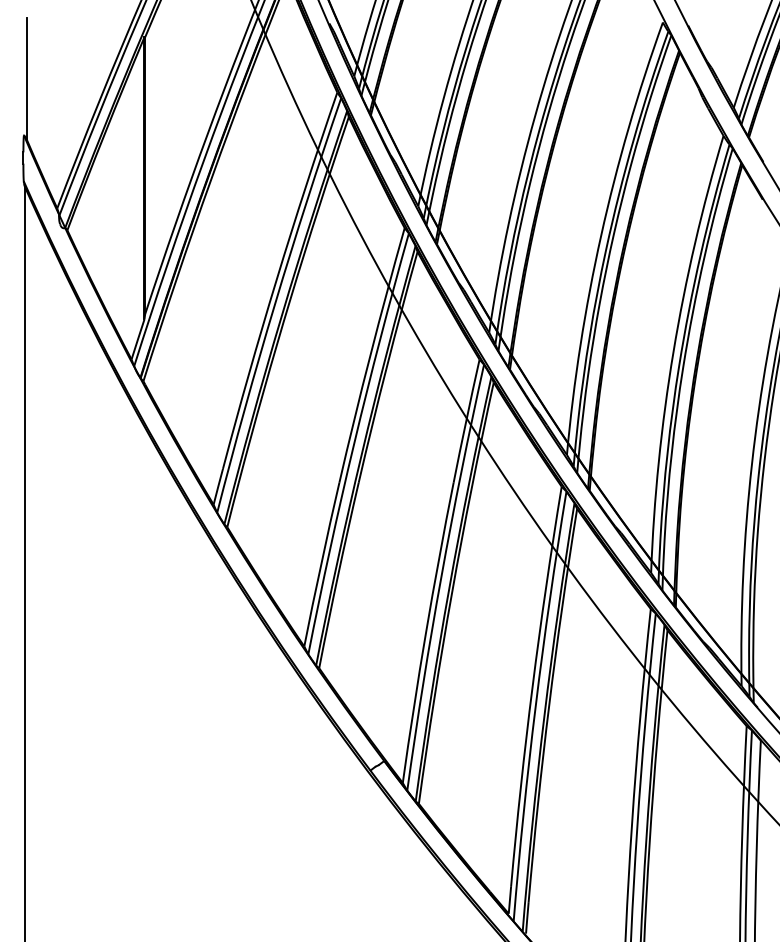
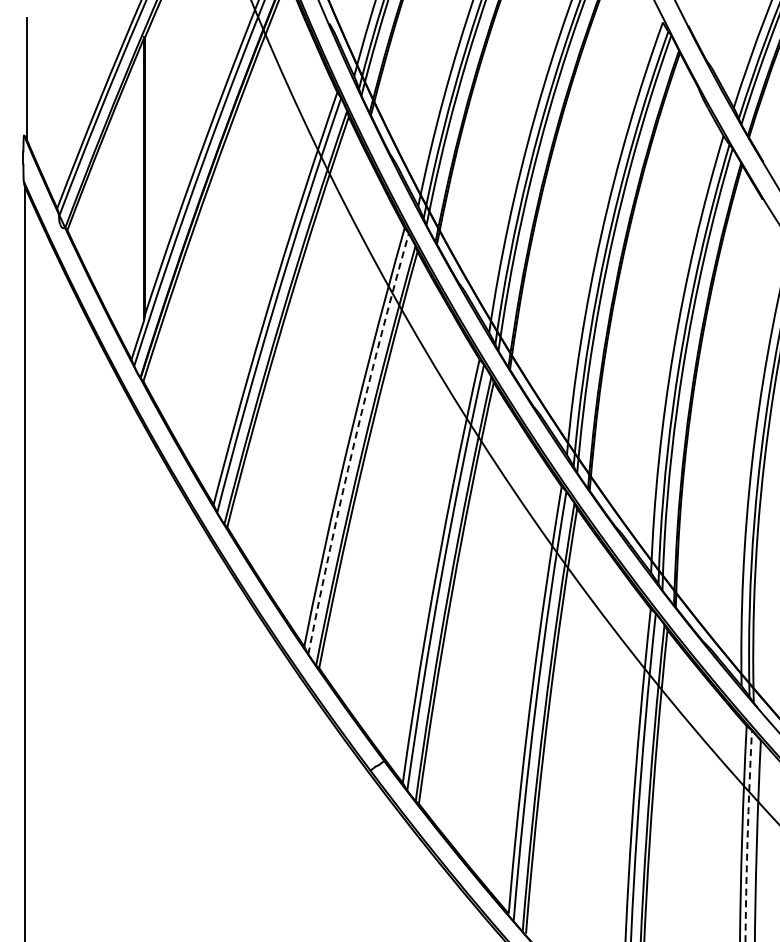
arc at (354, 442): solid -> dashed
arc at (747, 836): solid -> dashed
